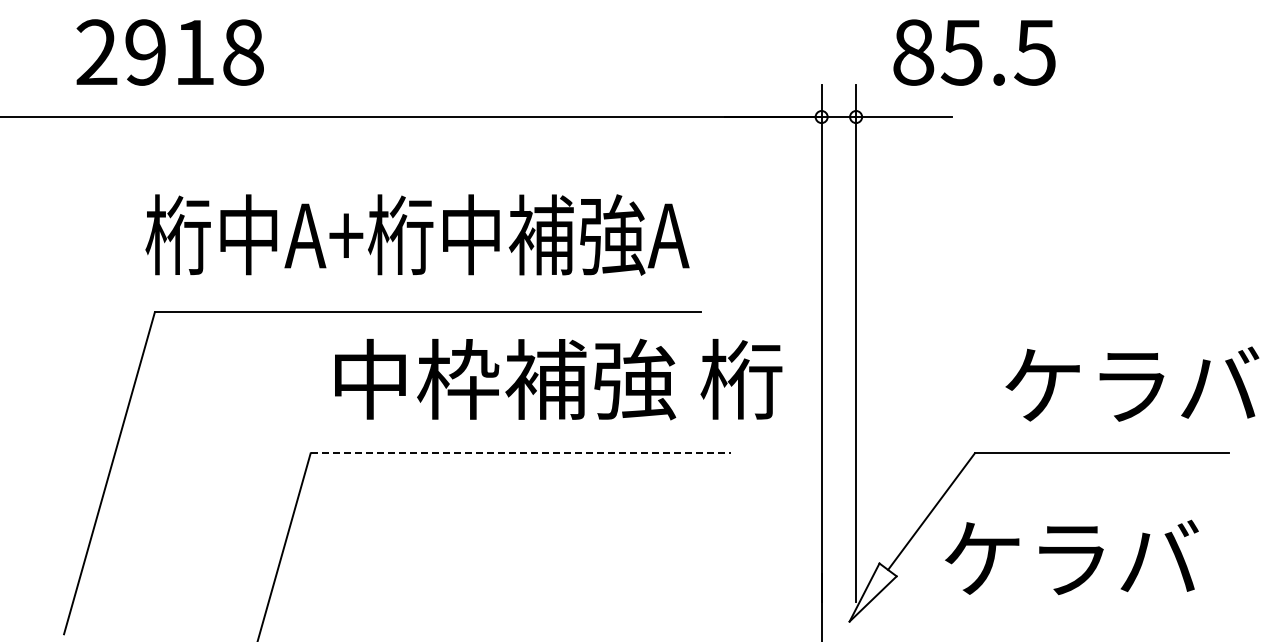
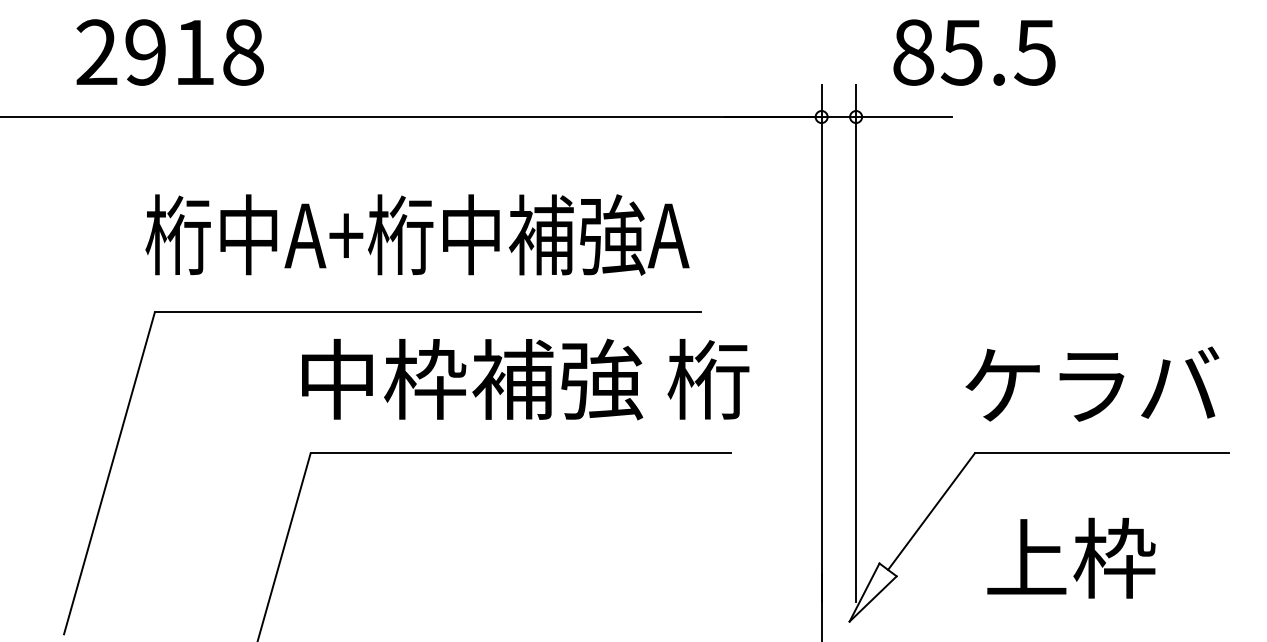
text at (558, 379) position: (558, 379) -> (525, 379)
text at (1132, 383) position: (1132, 383) -> (1092, 383)
line at (521, 453): dashed -> solid
text at (1071, 557): ケラバ -> 上枠
